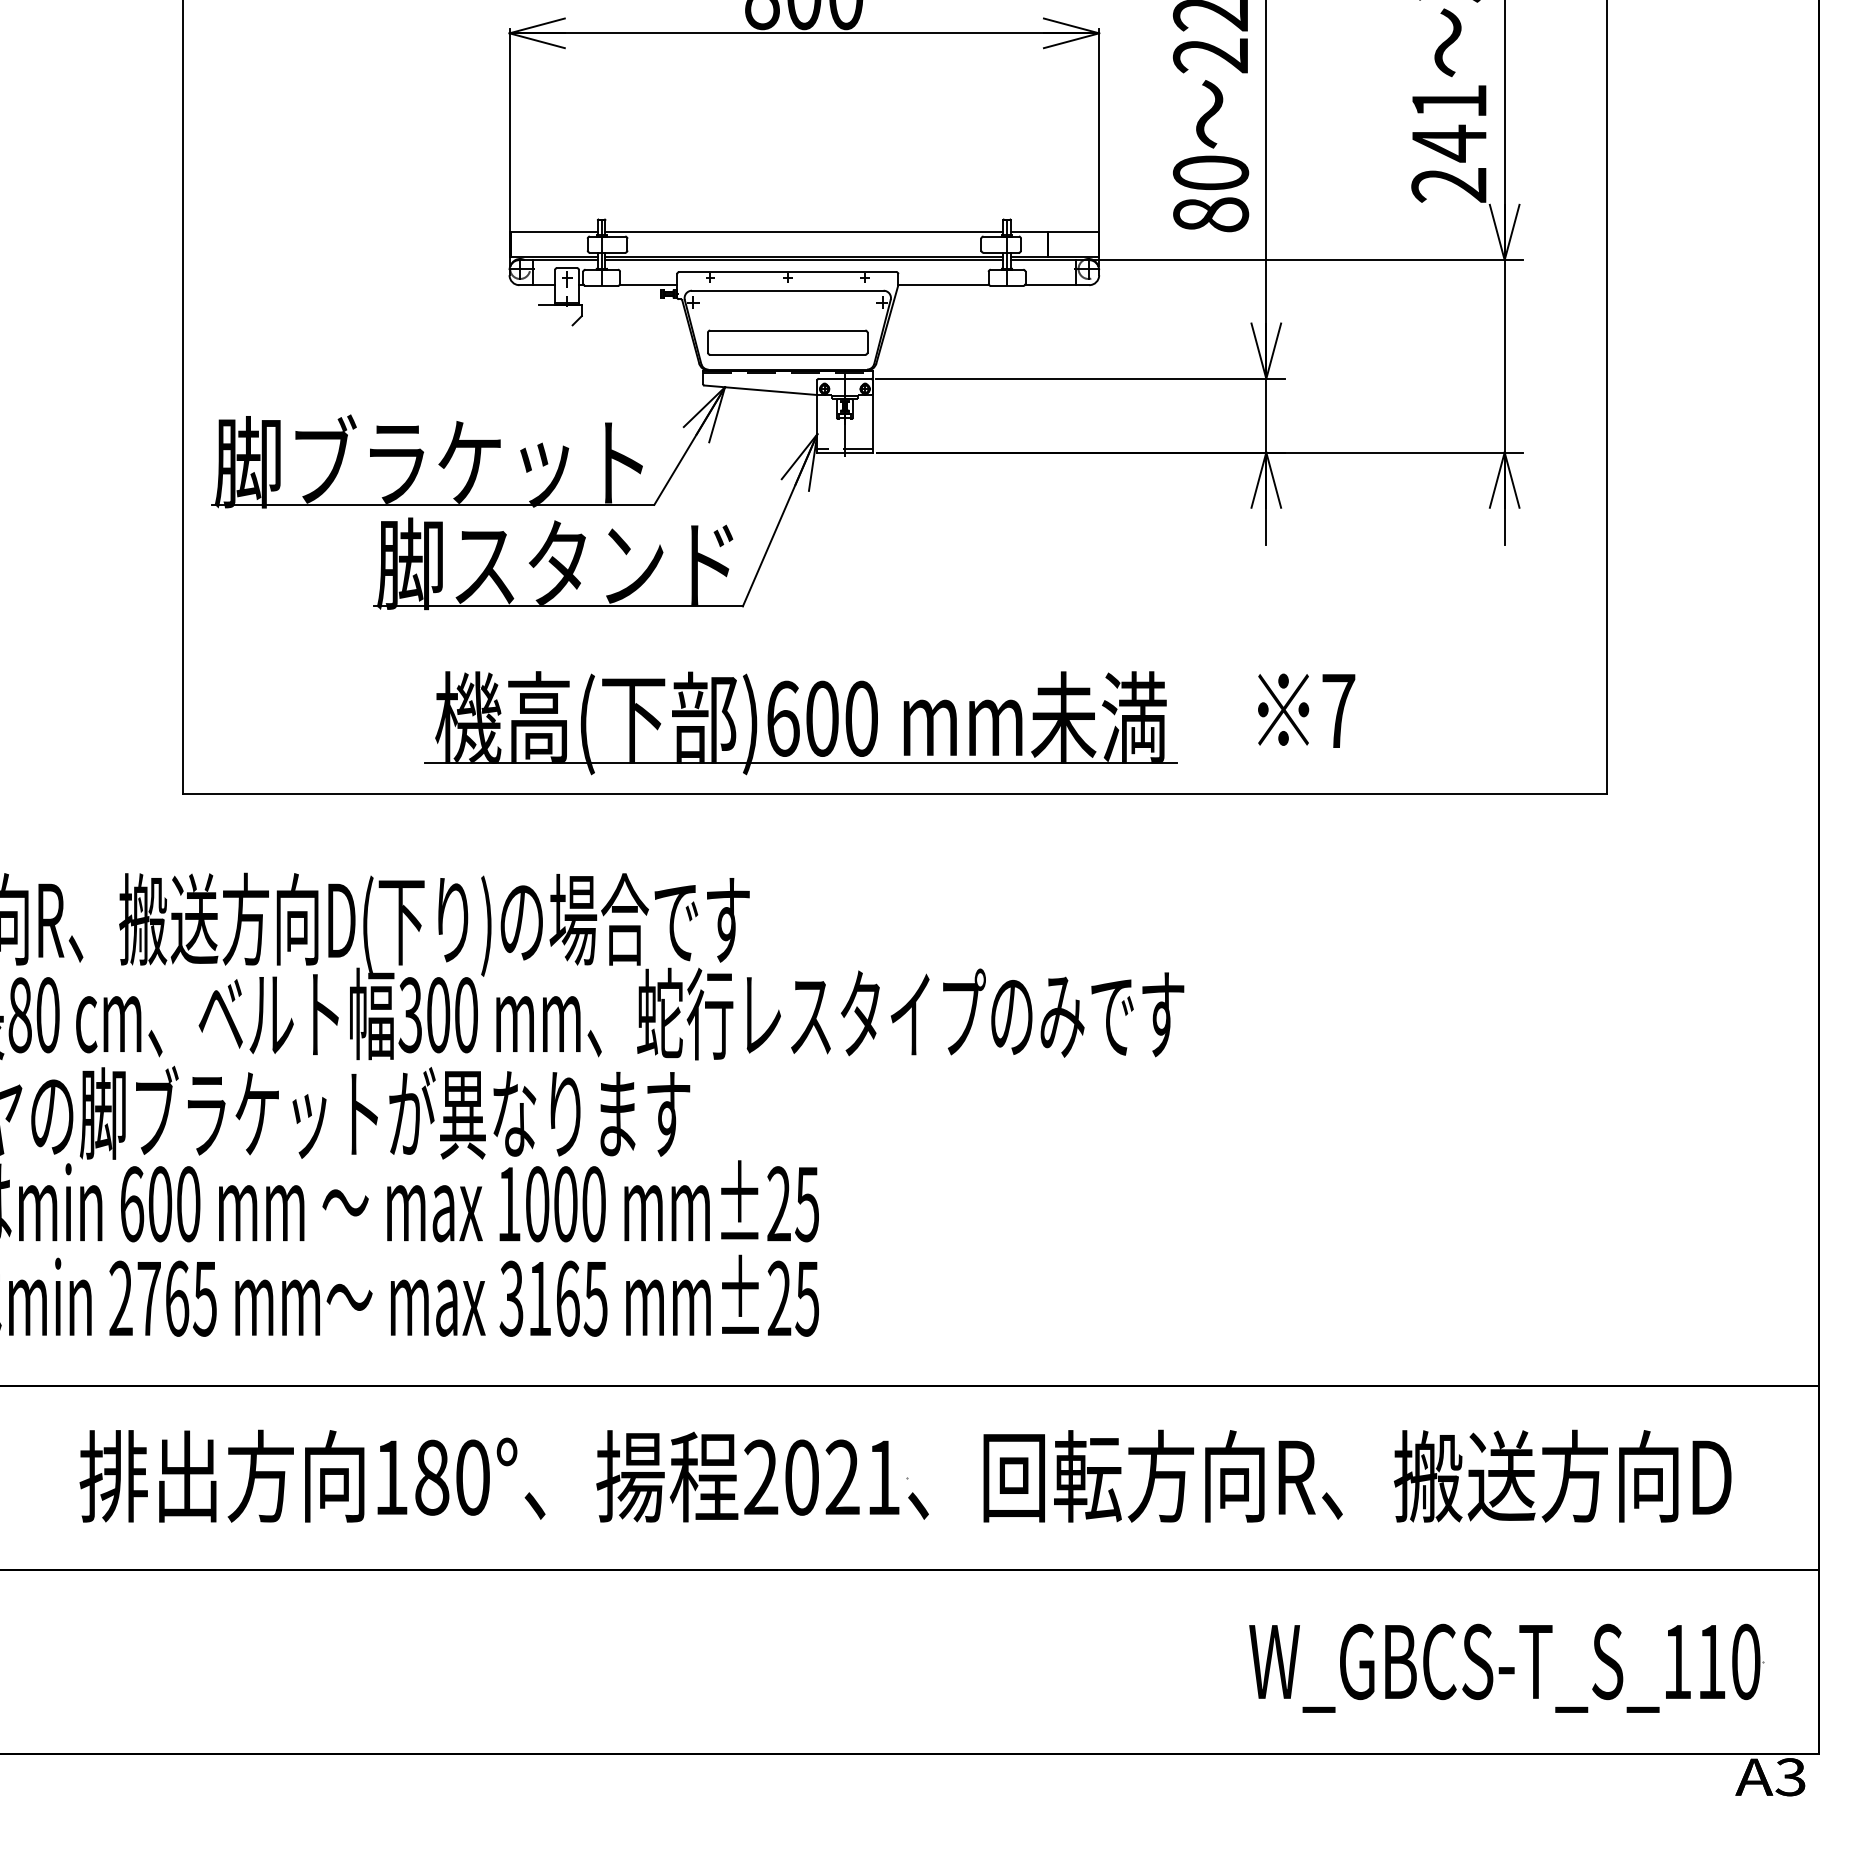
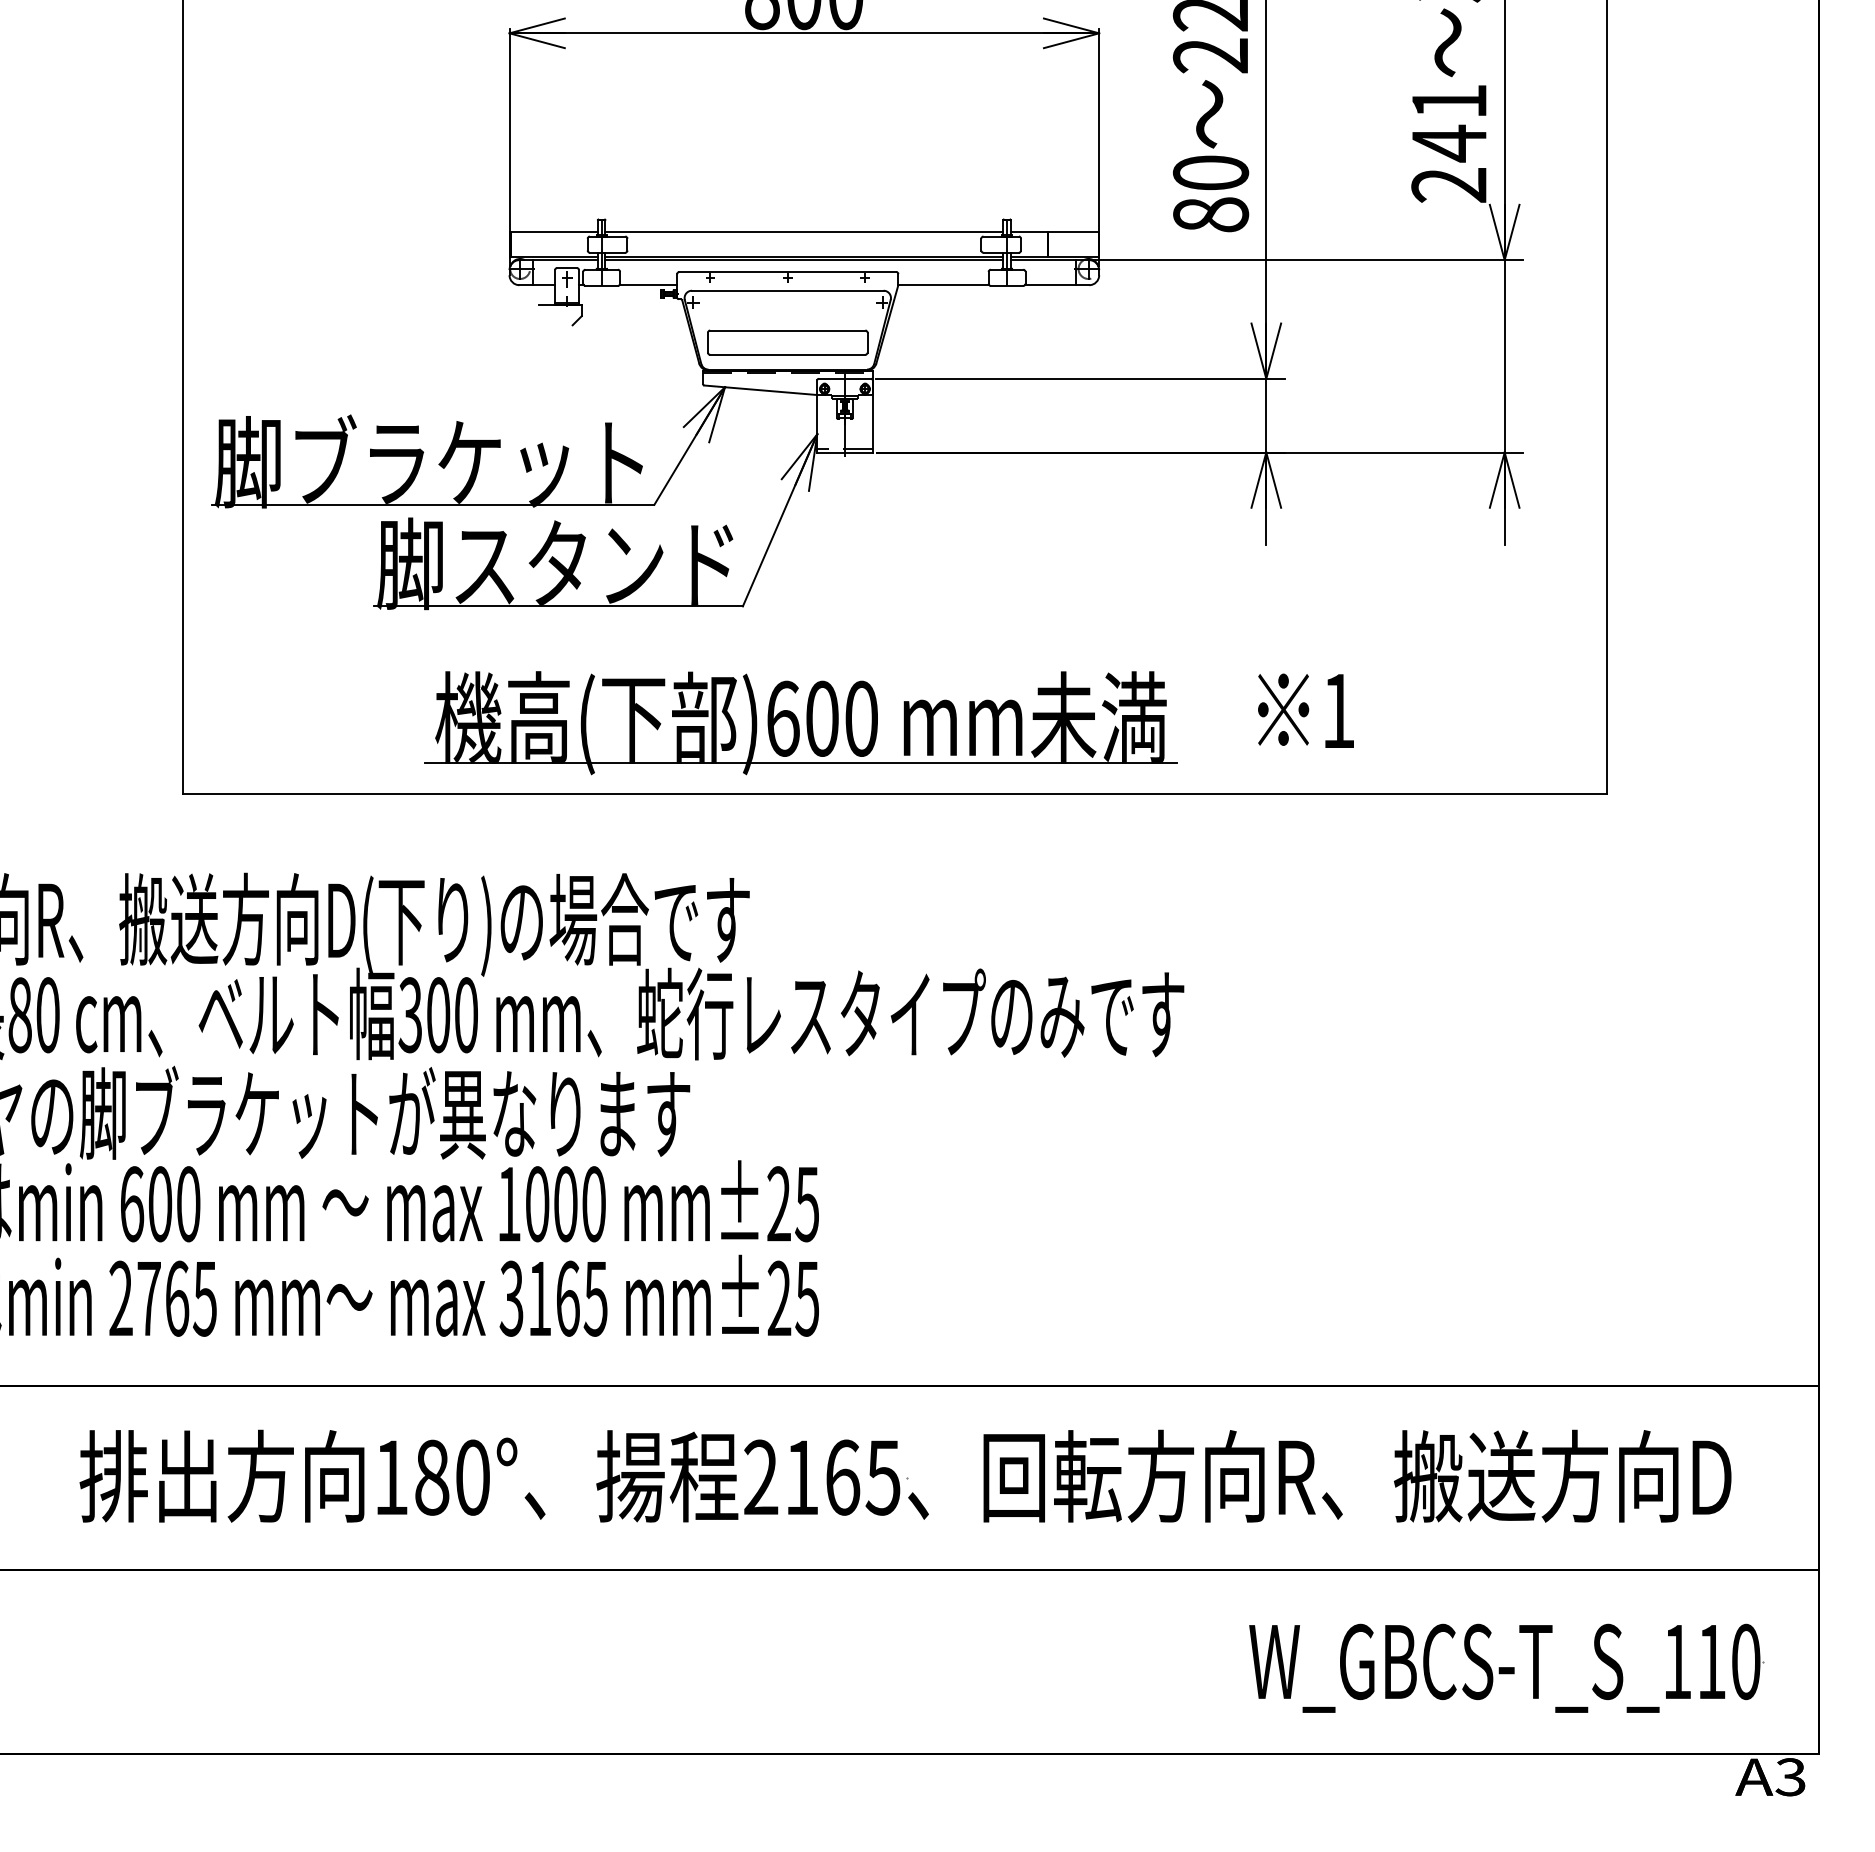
text at (1338, 710): 7 -> 1
text at (842, 1477): 2021 -> 2165
